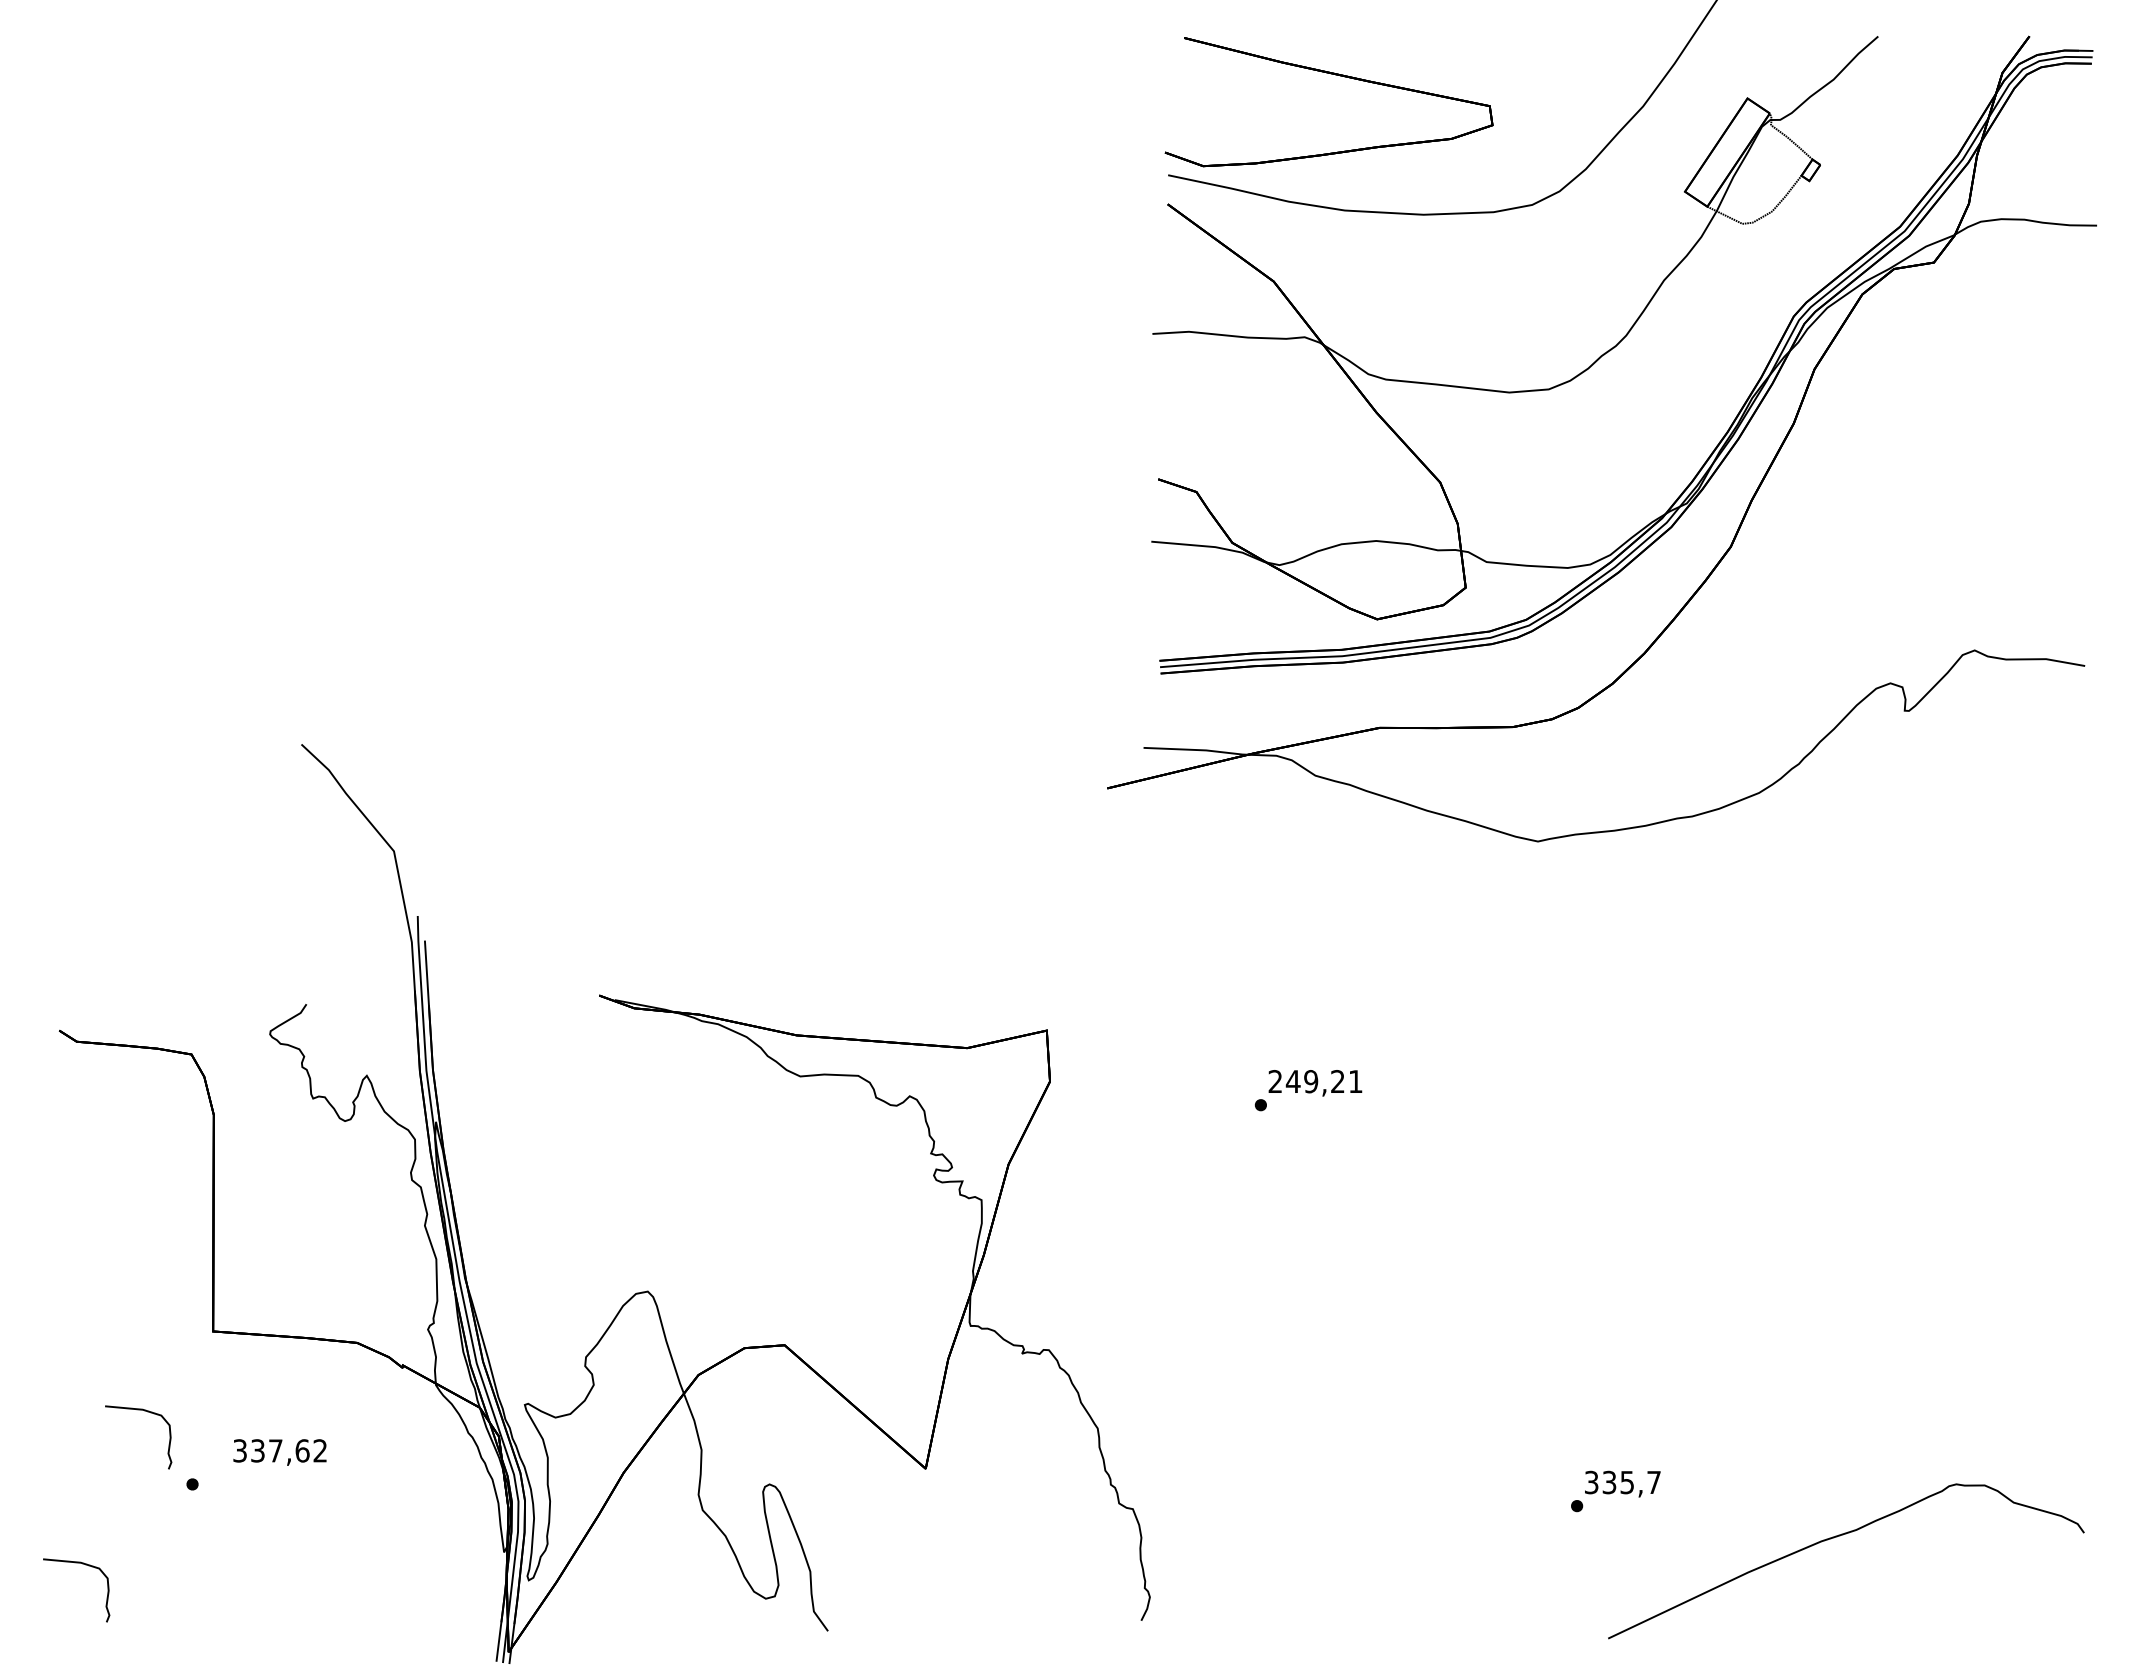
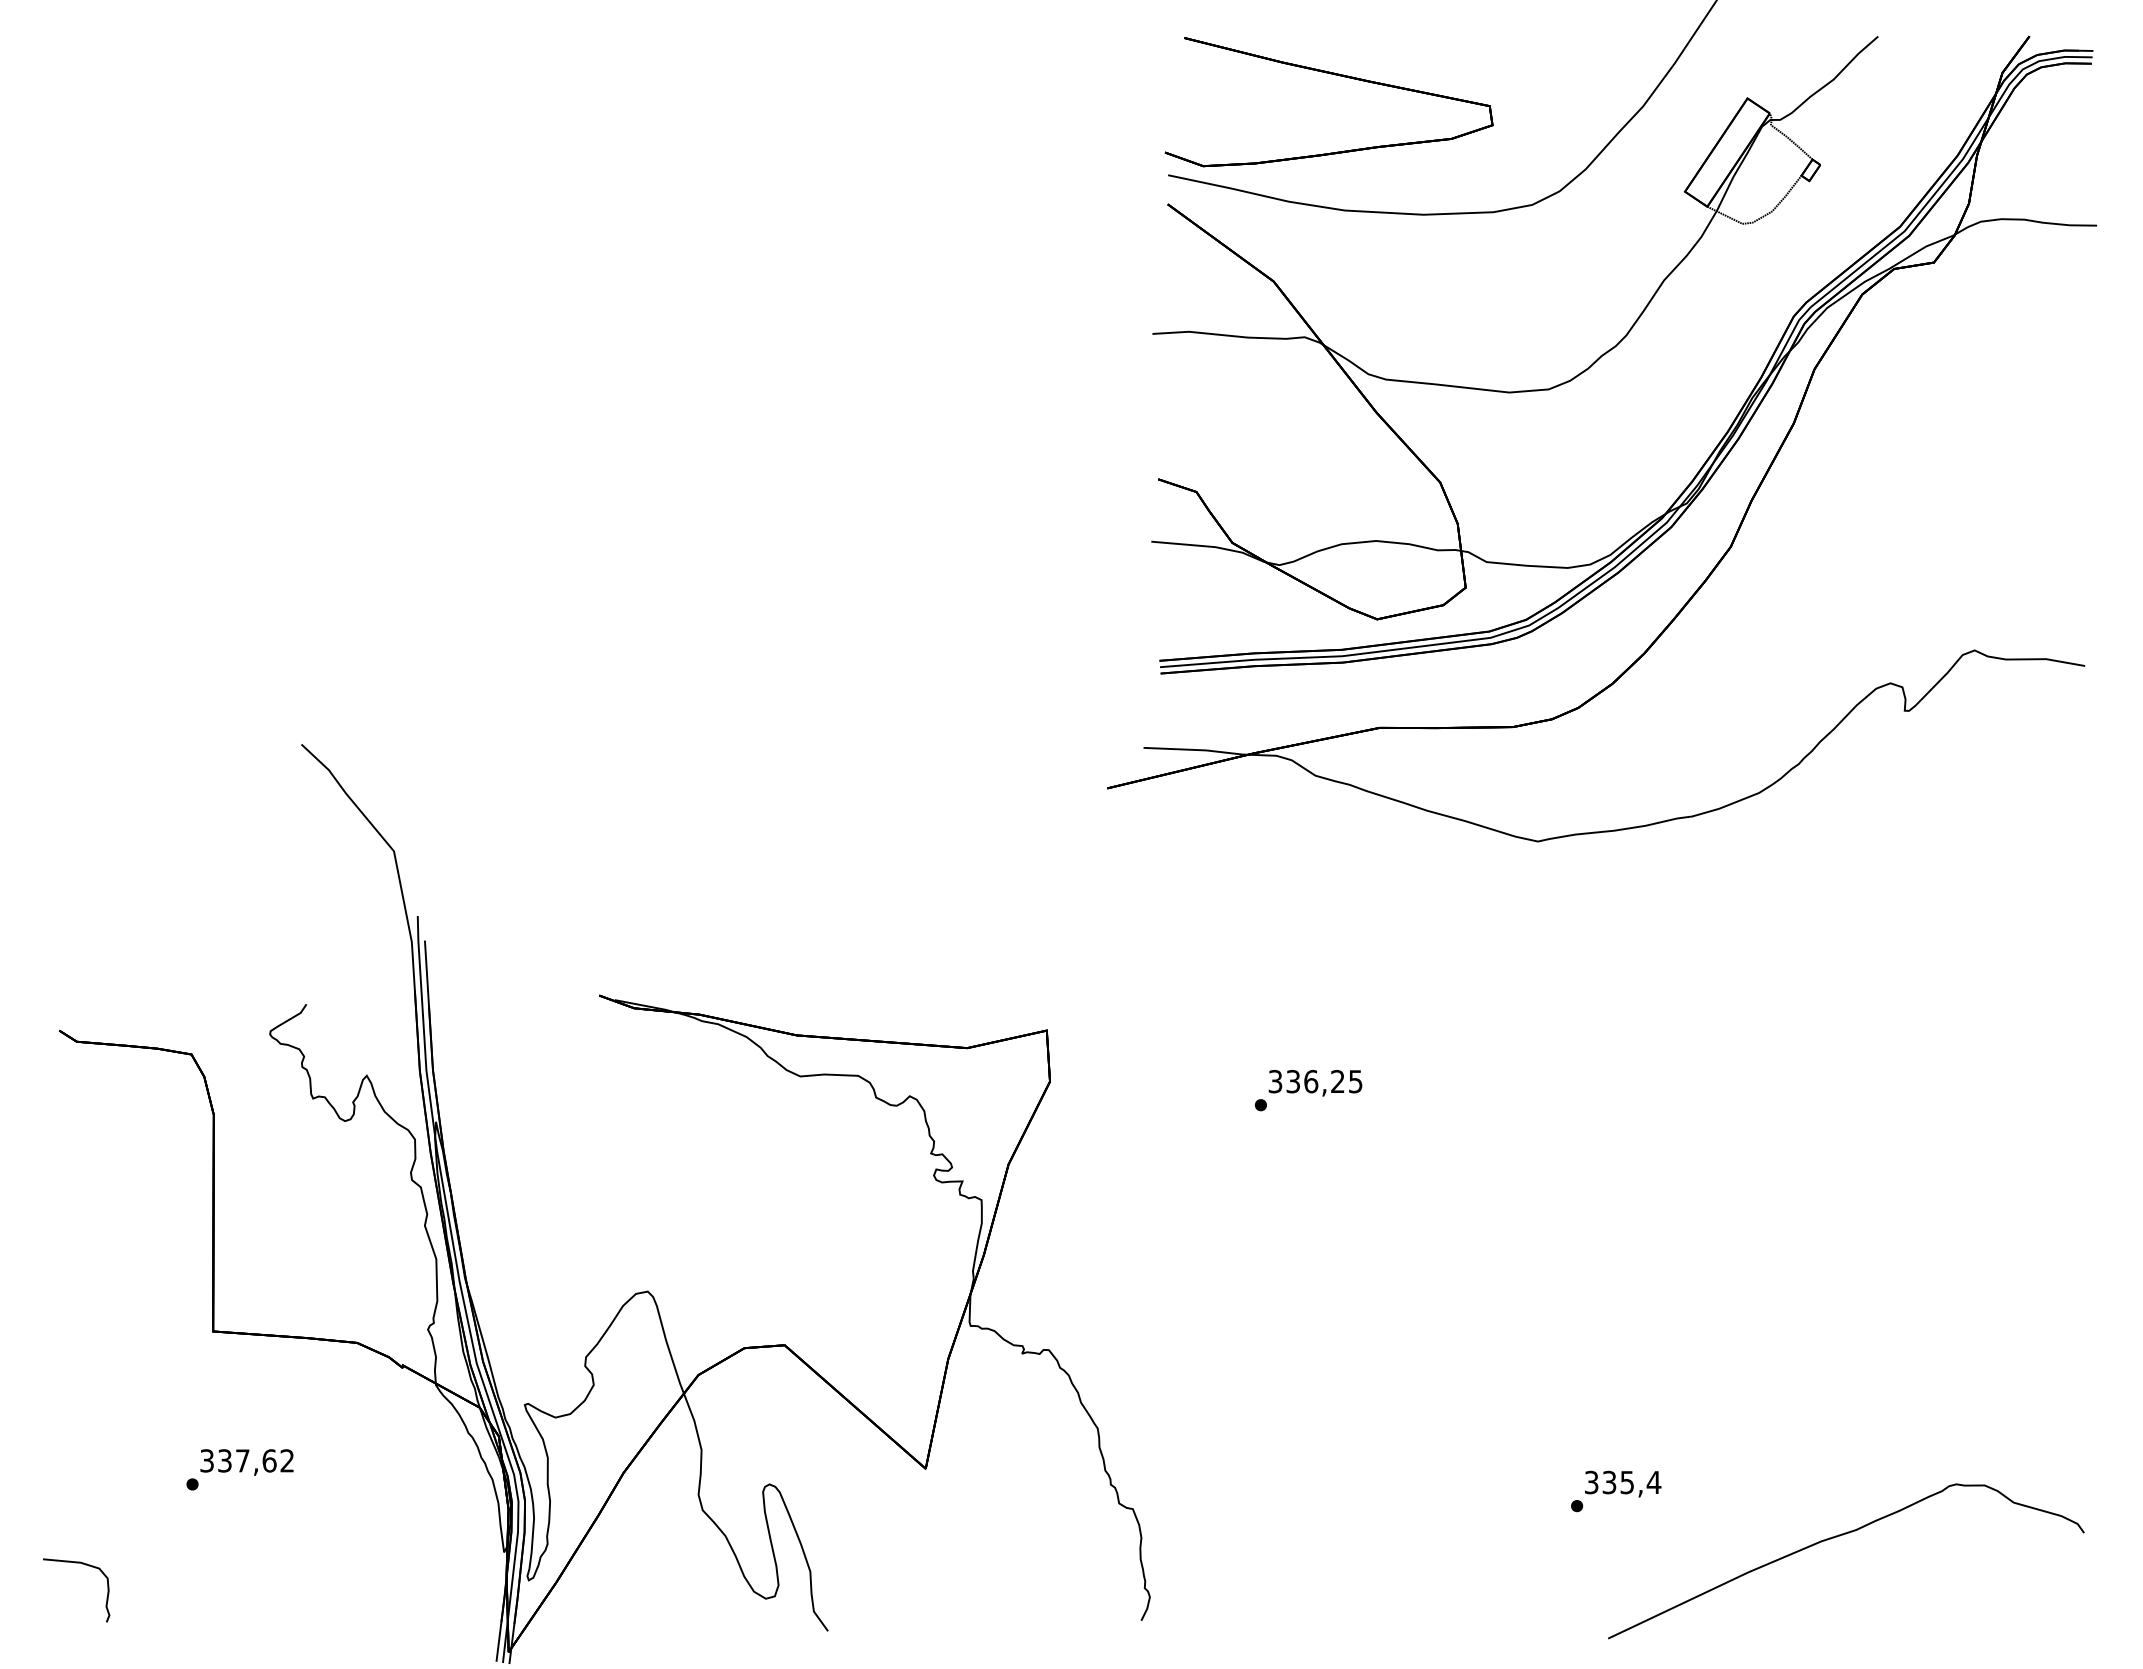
text at (1315, 1081): 249,21 -> 336,25
part at (147, 1412): present -> none
text at (279, 1452) position: (279, 1452) -> (246, 1462)
text at (1653, 1482): 335,7 -> 335,4
